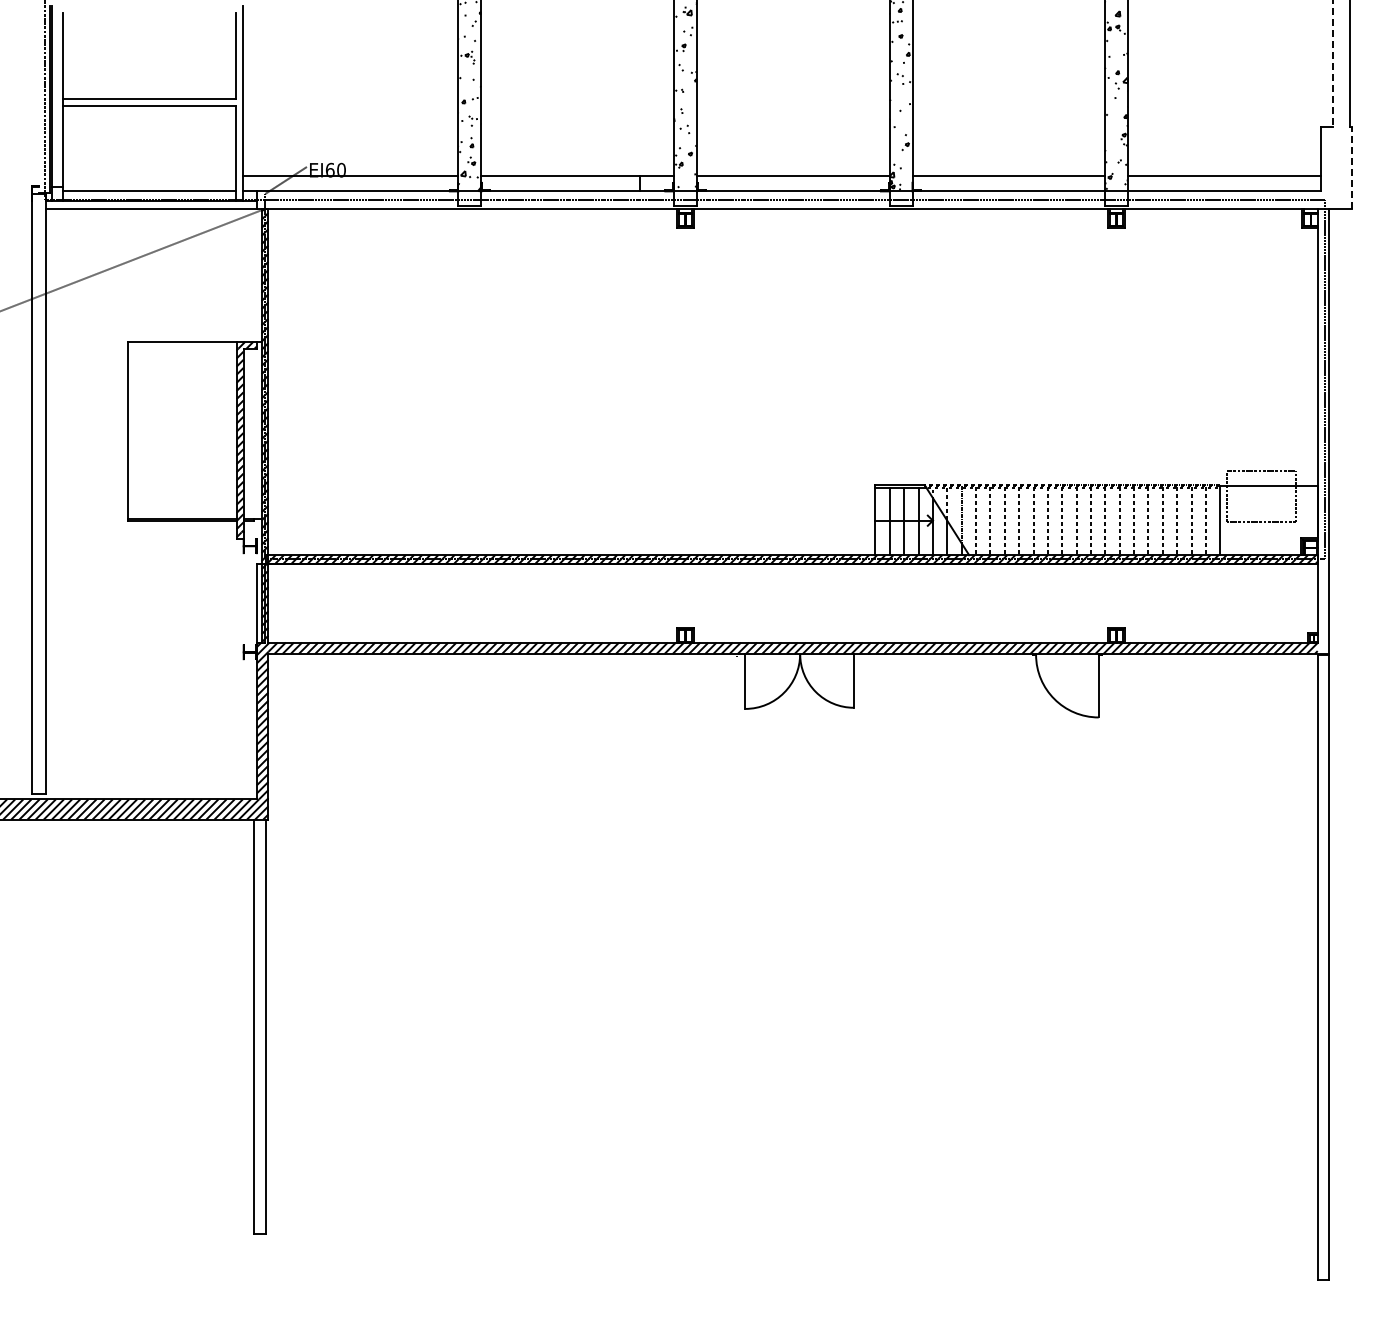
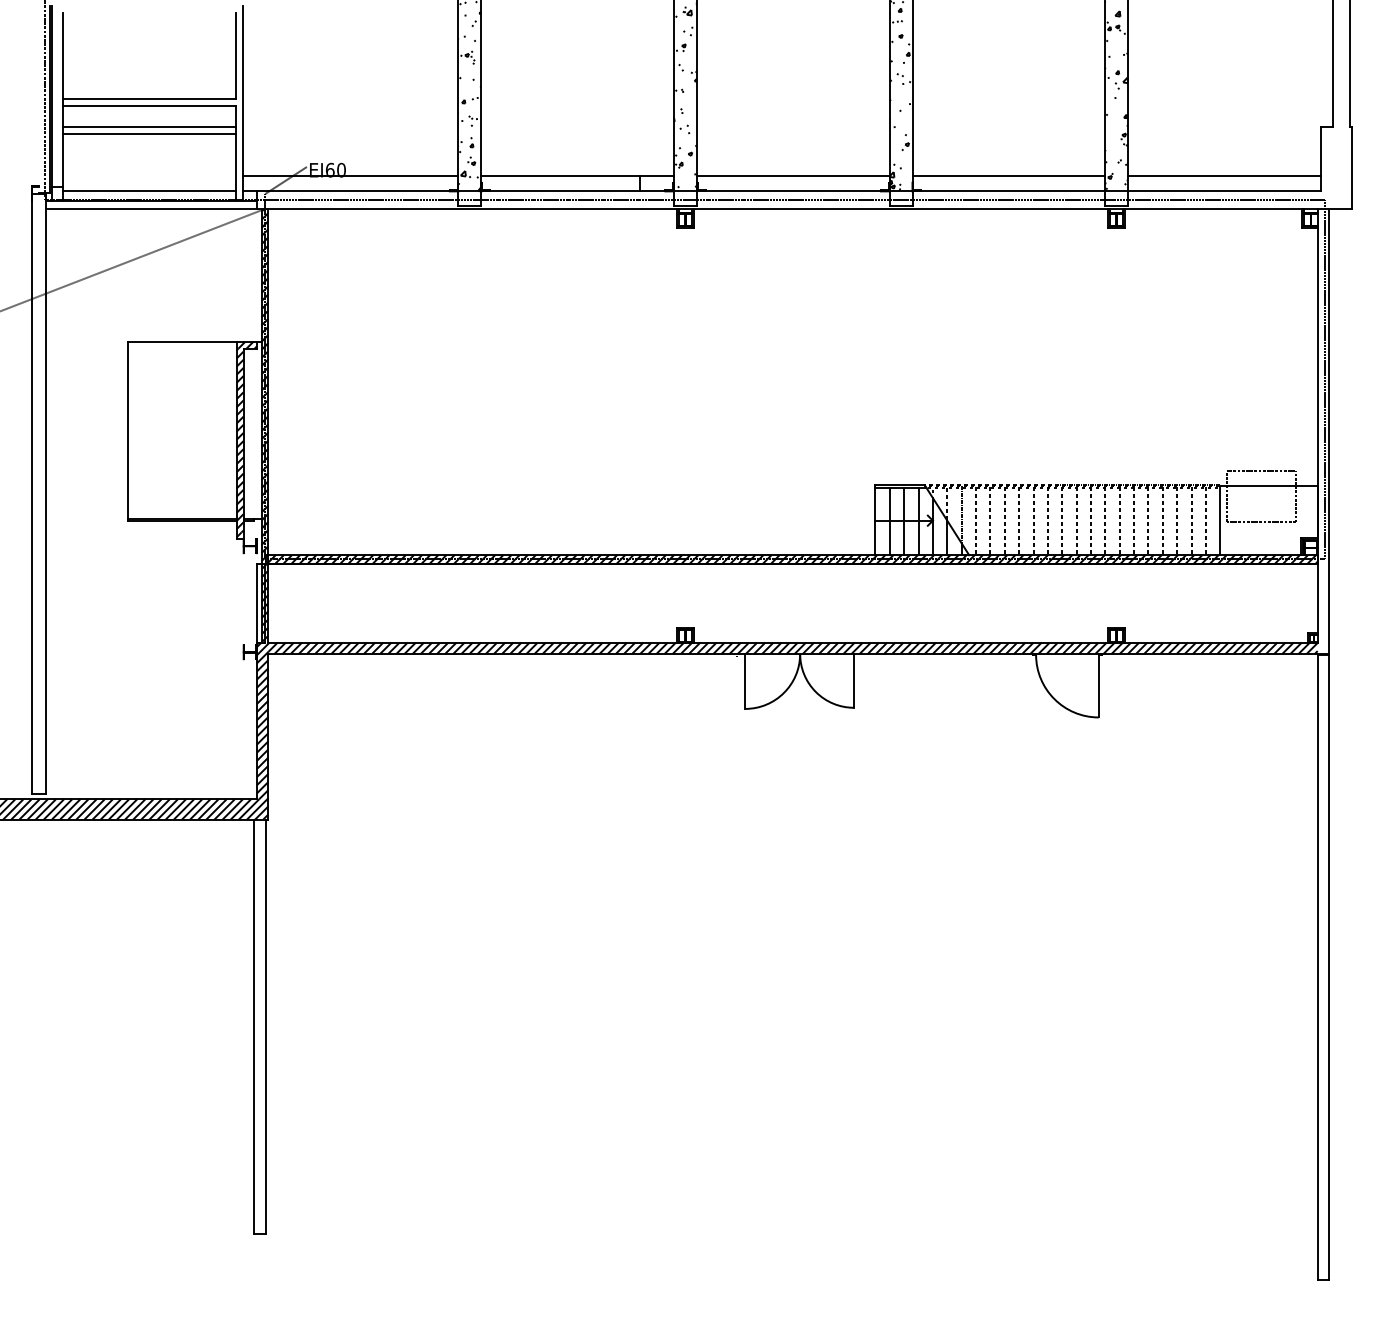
line at (1333, 64): dashed -> solid
line at (149, 127): none -> present
line at (149, 133): none -> present
line at (1352, 167): dashed -> solid
